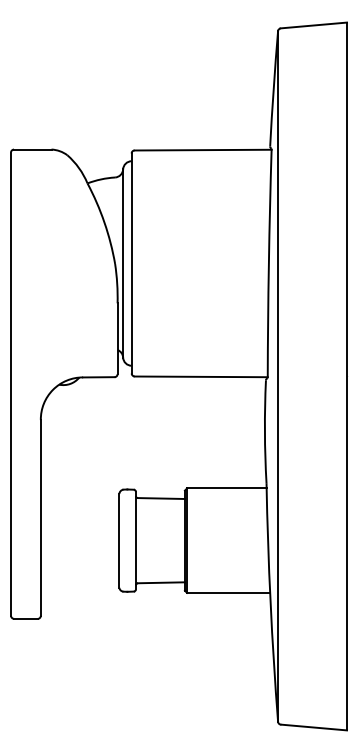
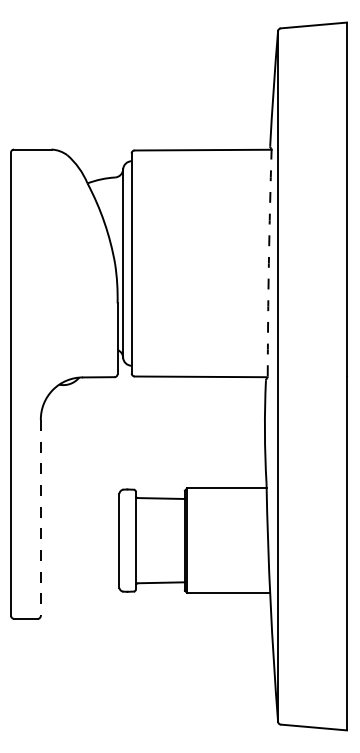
arc at (268, 263): solid -> dashed
line at (40, 518): solid -> dashed
